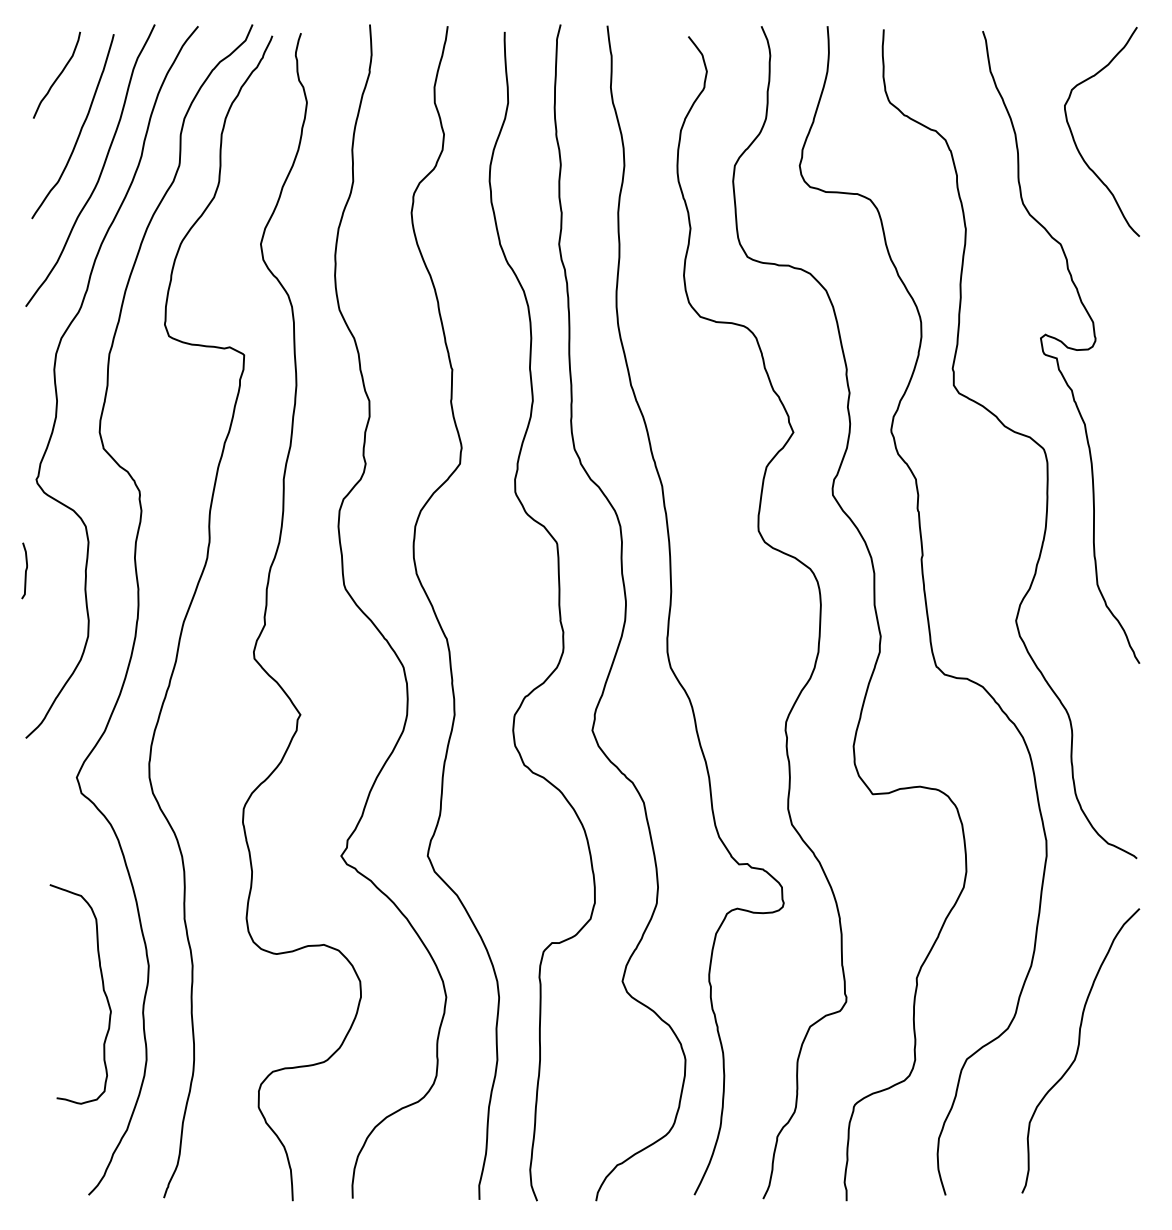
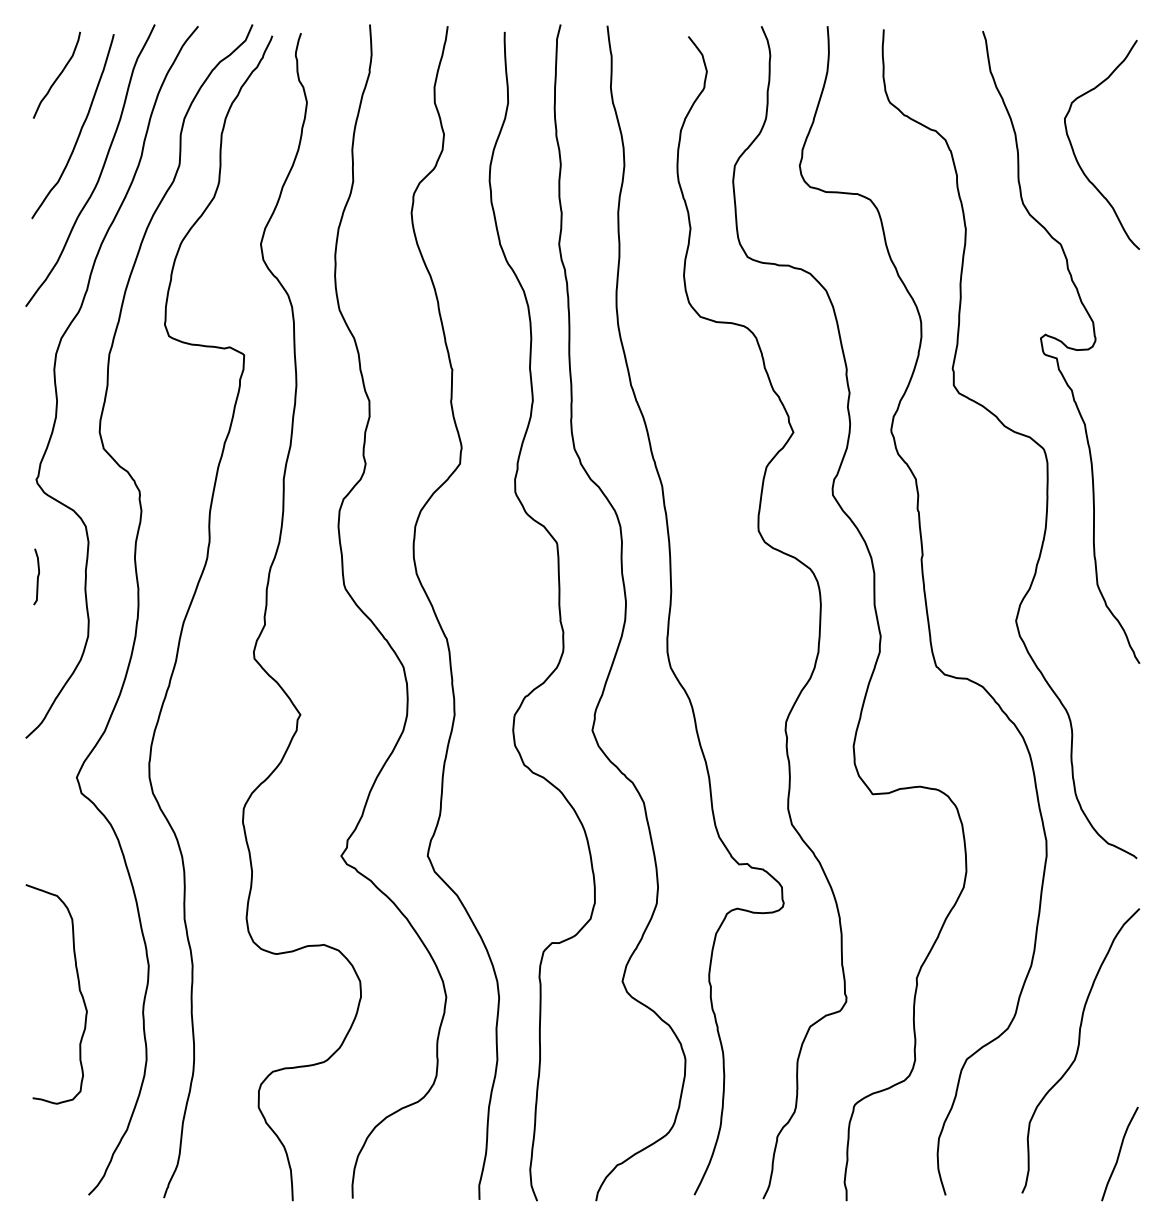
curve at (1076, 143) position: (1076, 143) -> (1076, 156)
curve at (25, 570) position: (25, 570) -> (37, 576)
curve at (102, 989) position: (102, 989) -> (78, 989)
curve at (1119, 1153): none -> present
